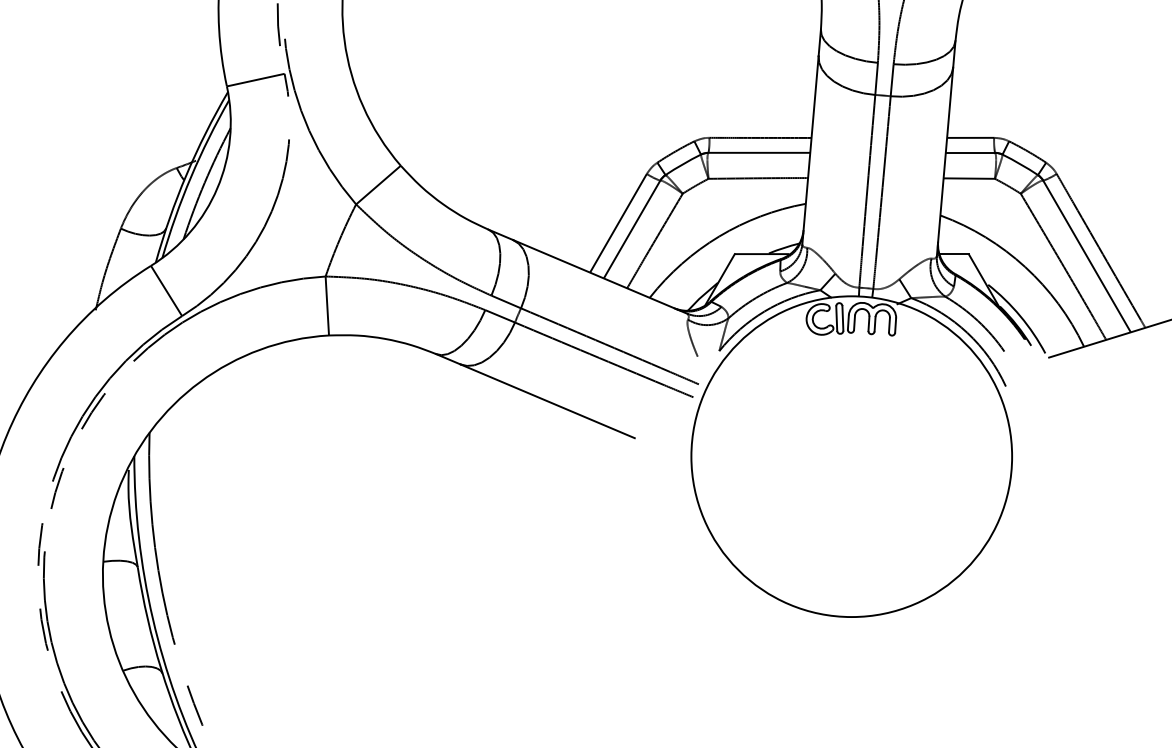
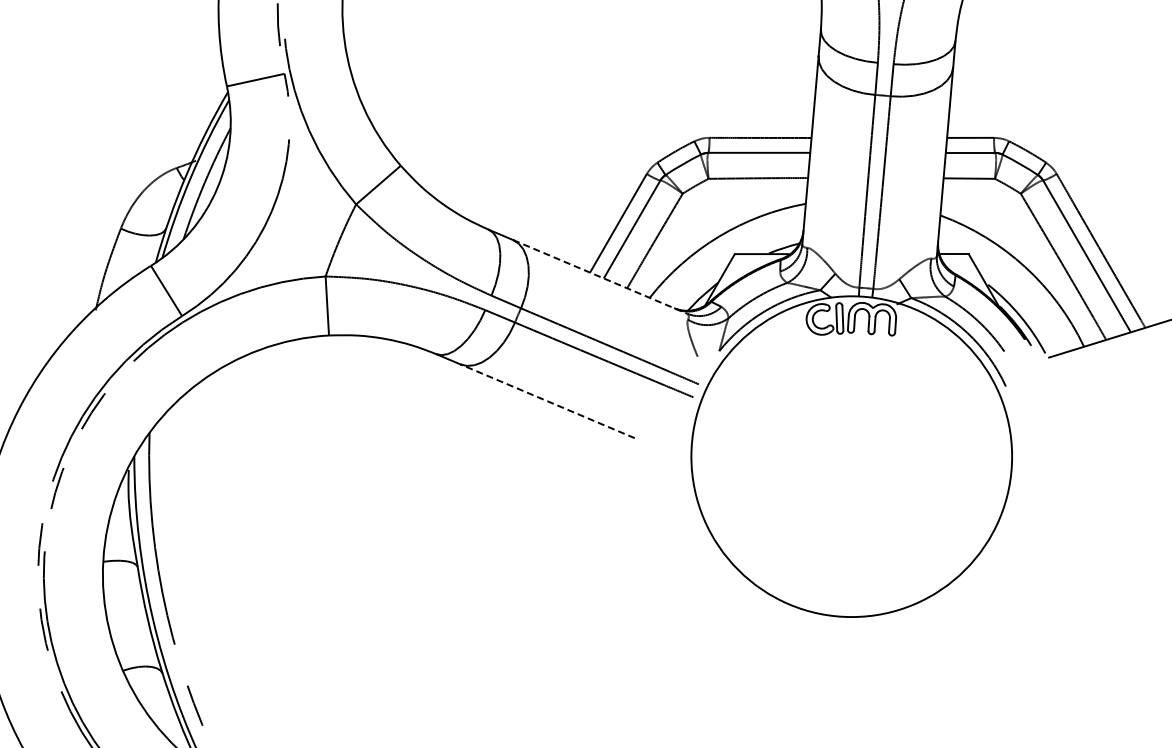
line at (600, 276): solid -> dashed
line at (547, 401): solid -> dashed
